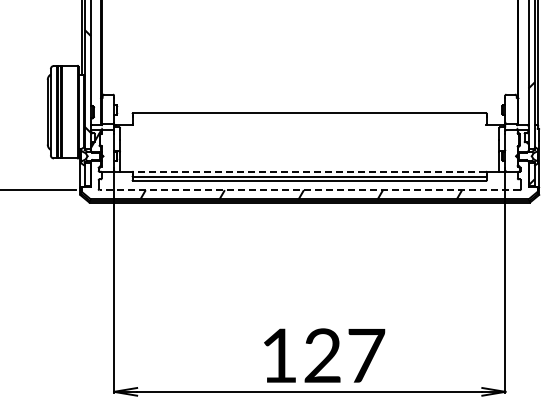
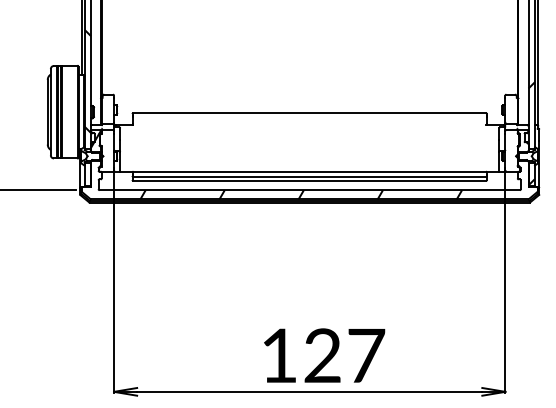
line at (309, 171): dashed -> solid
line at (309, 190): dashed -> solid
